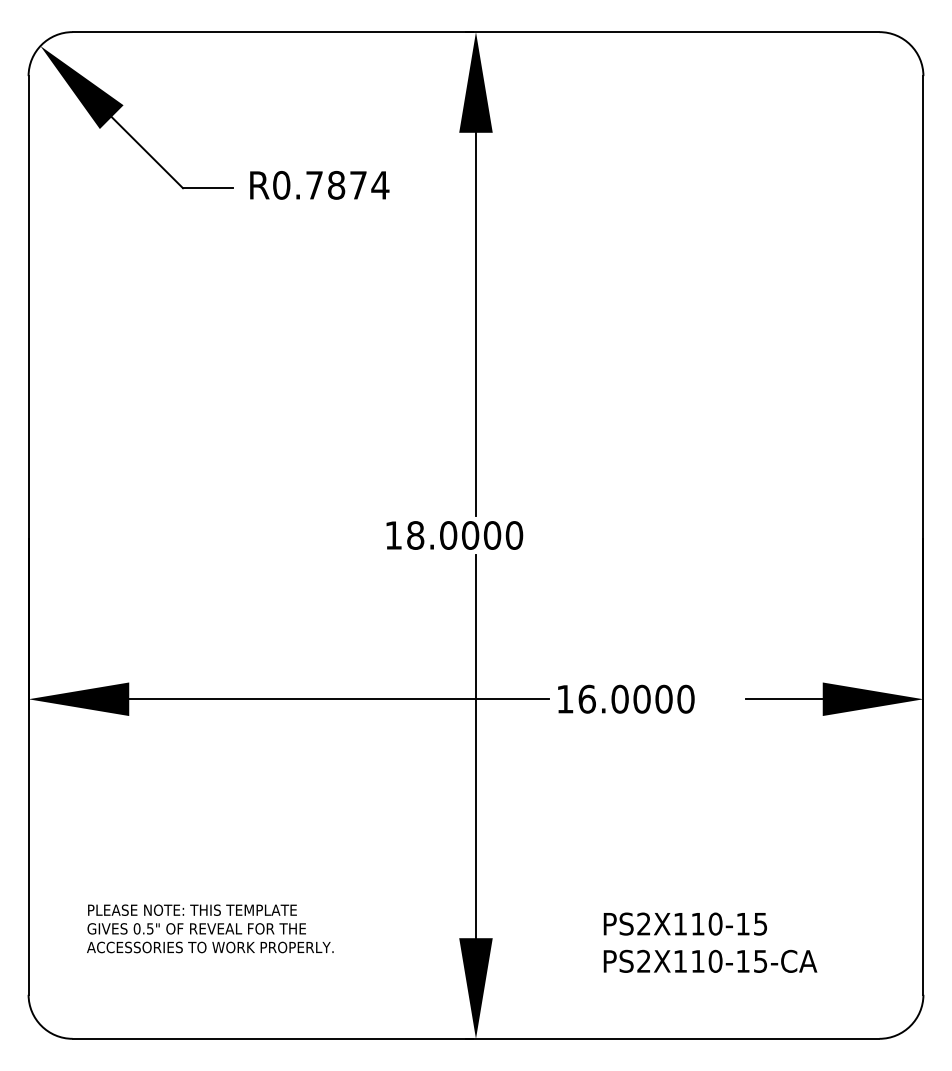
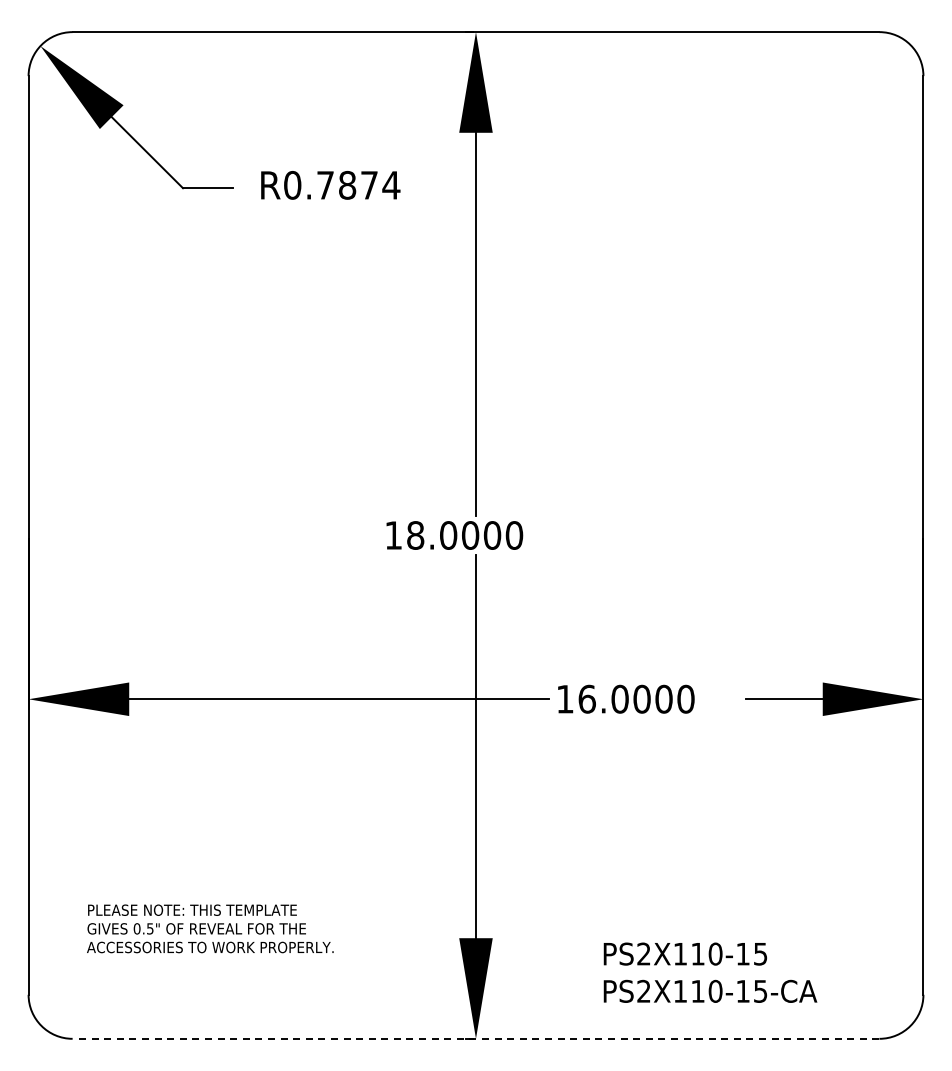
text at (319, 185) position: (319, 185) -> (330, 185)
text at (710, 942) position: (710, 942) -> (710, 972)
line at (475, 1038): solid -> dashed
